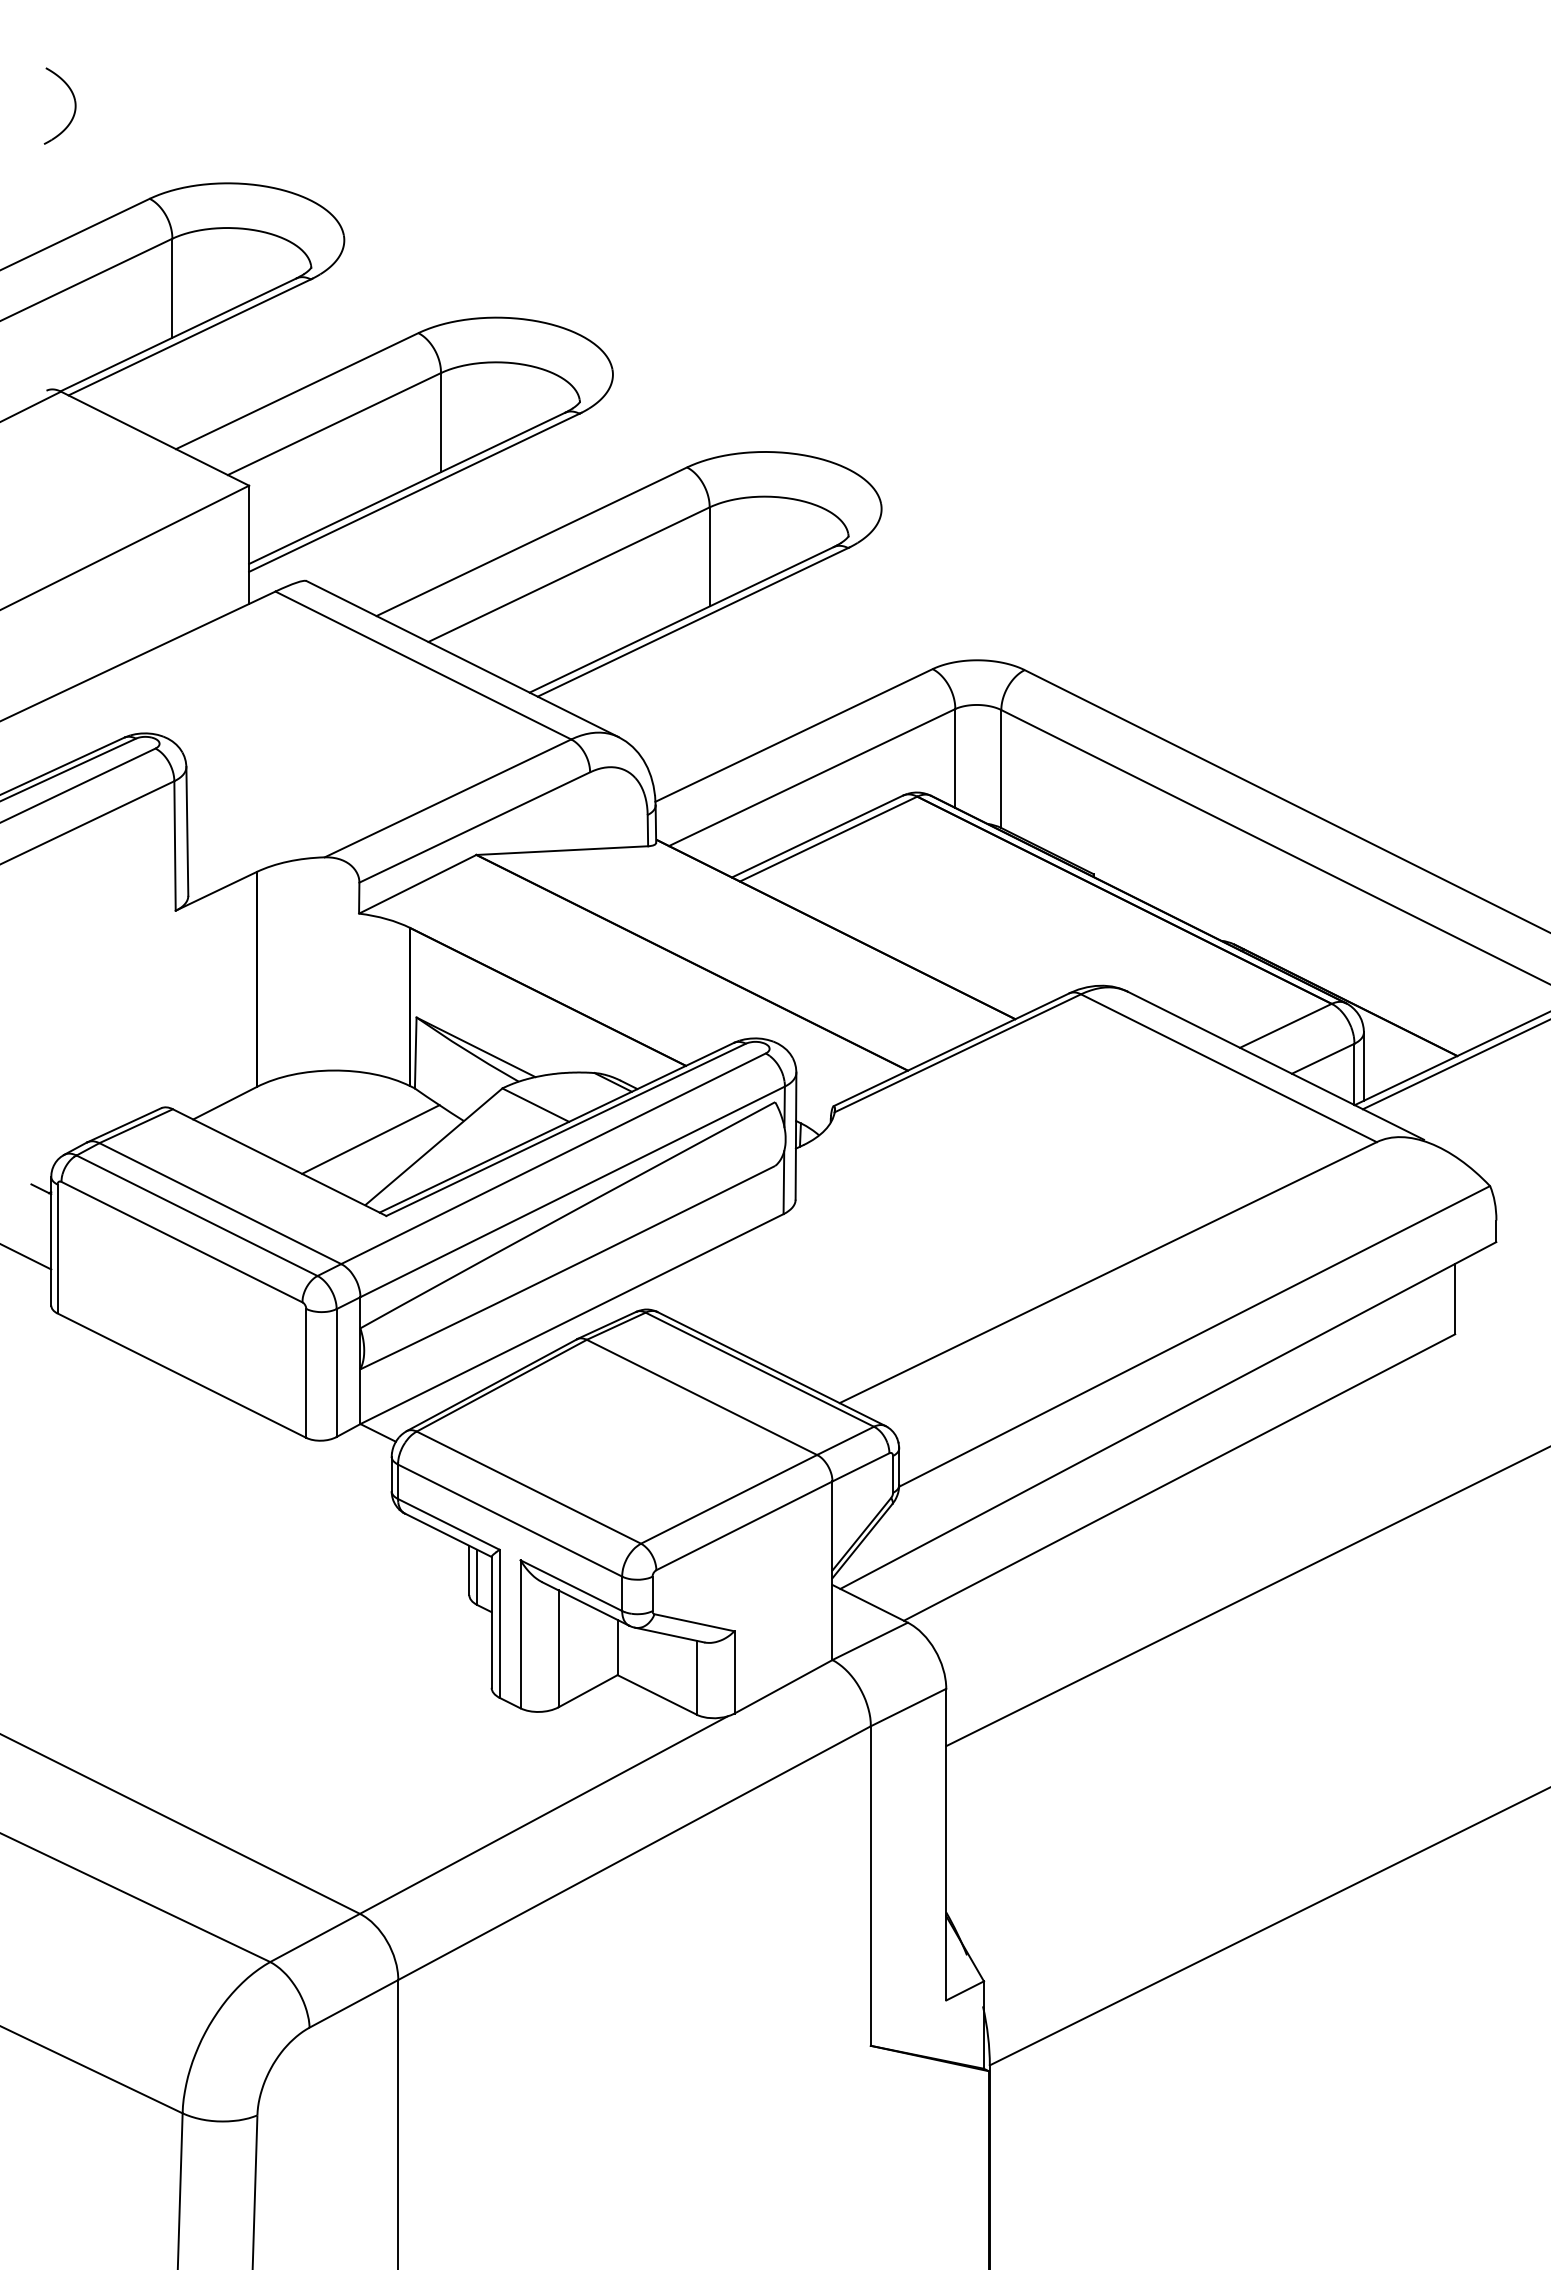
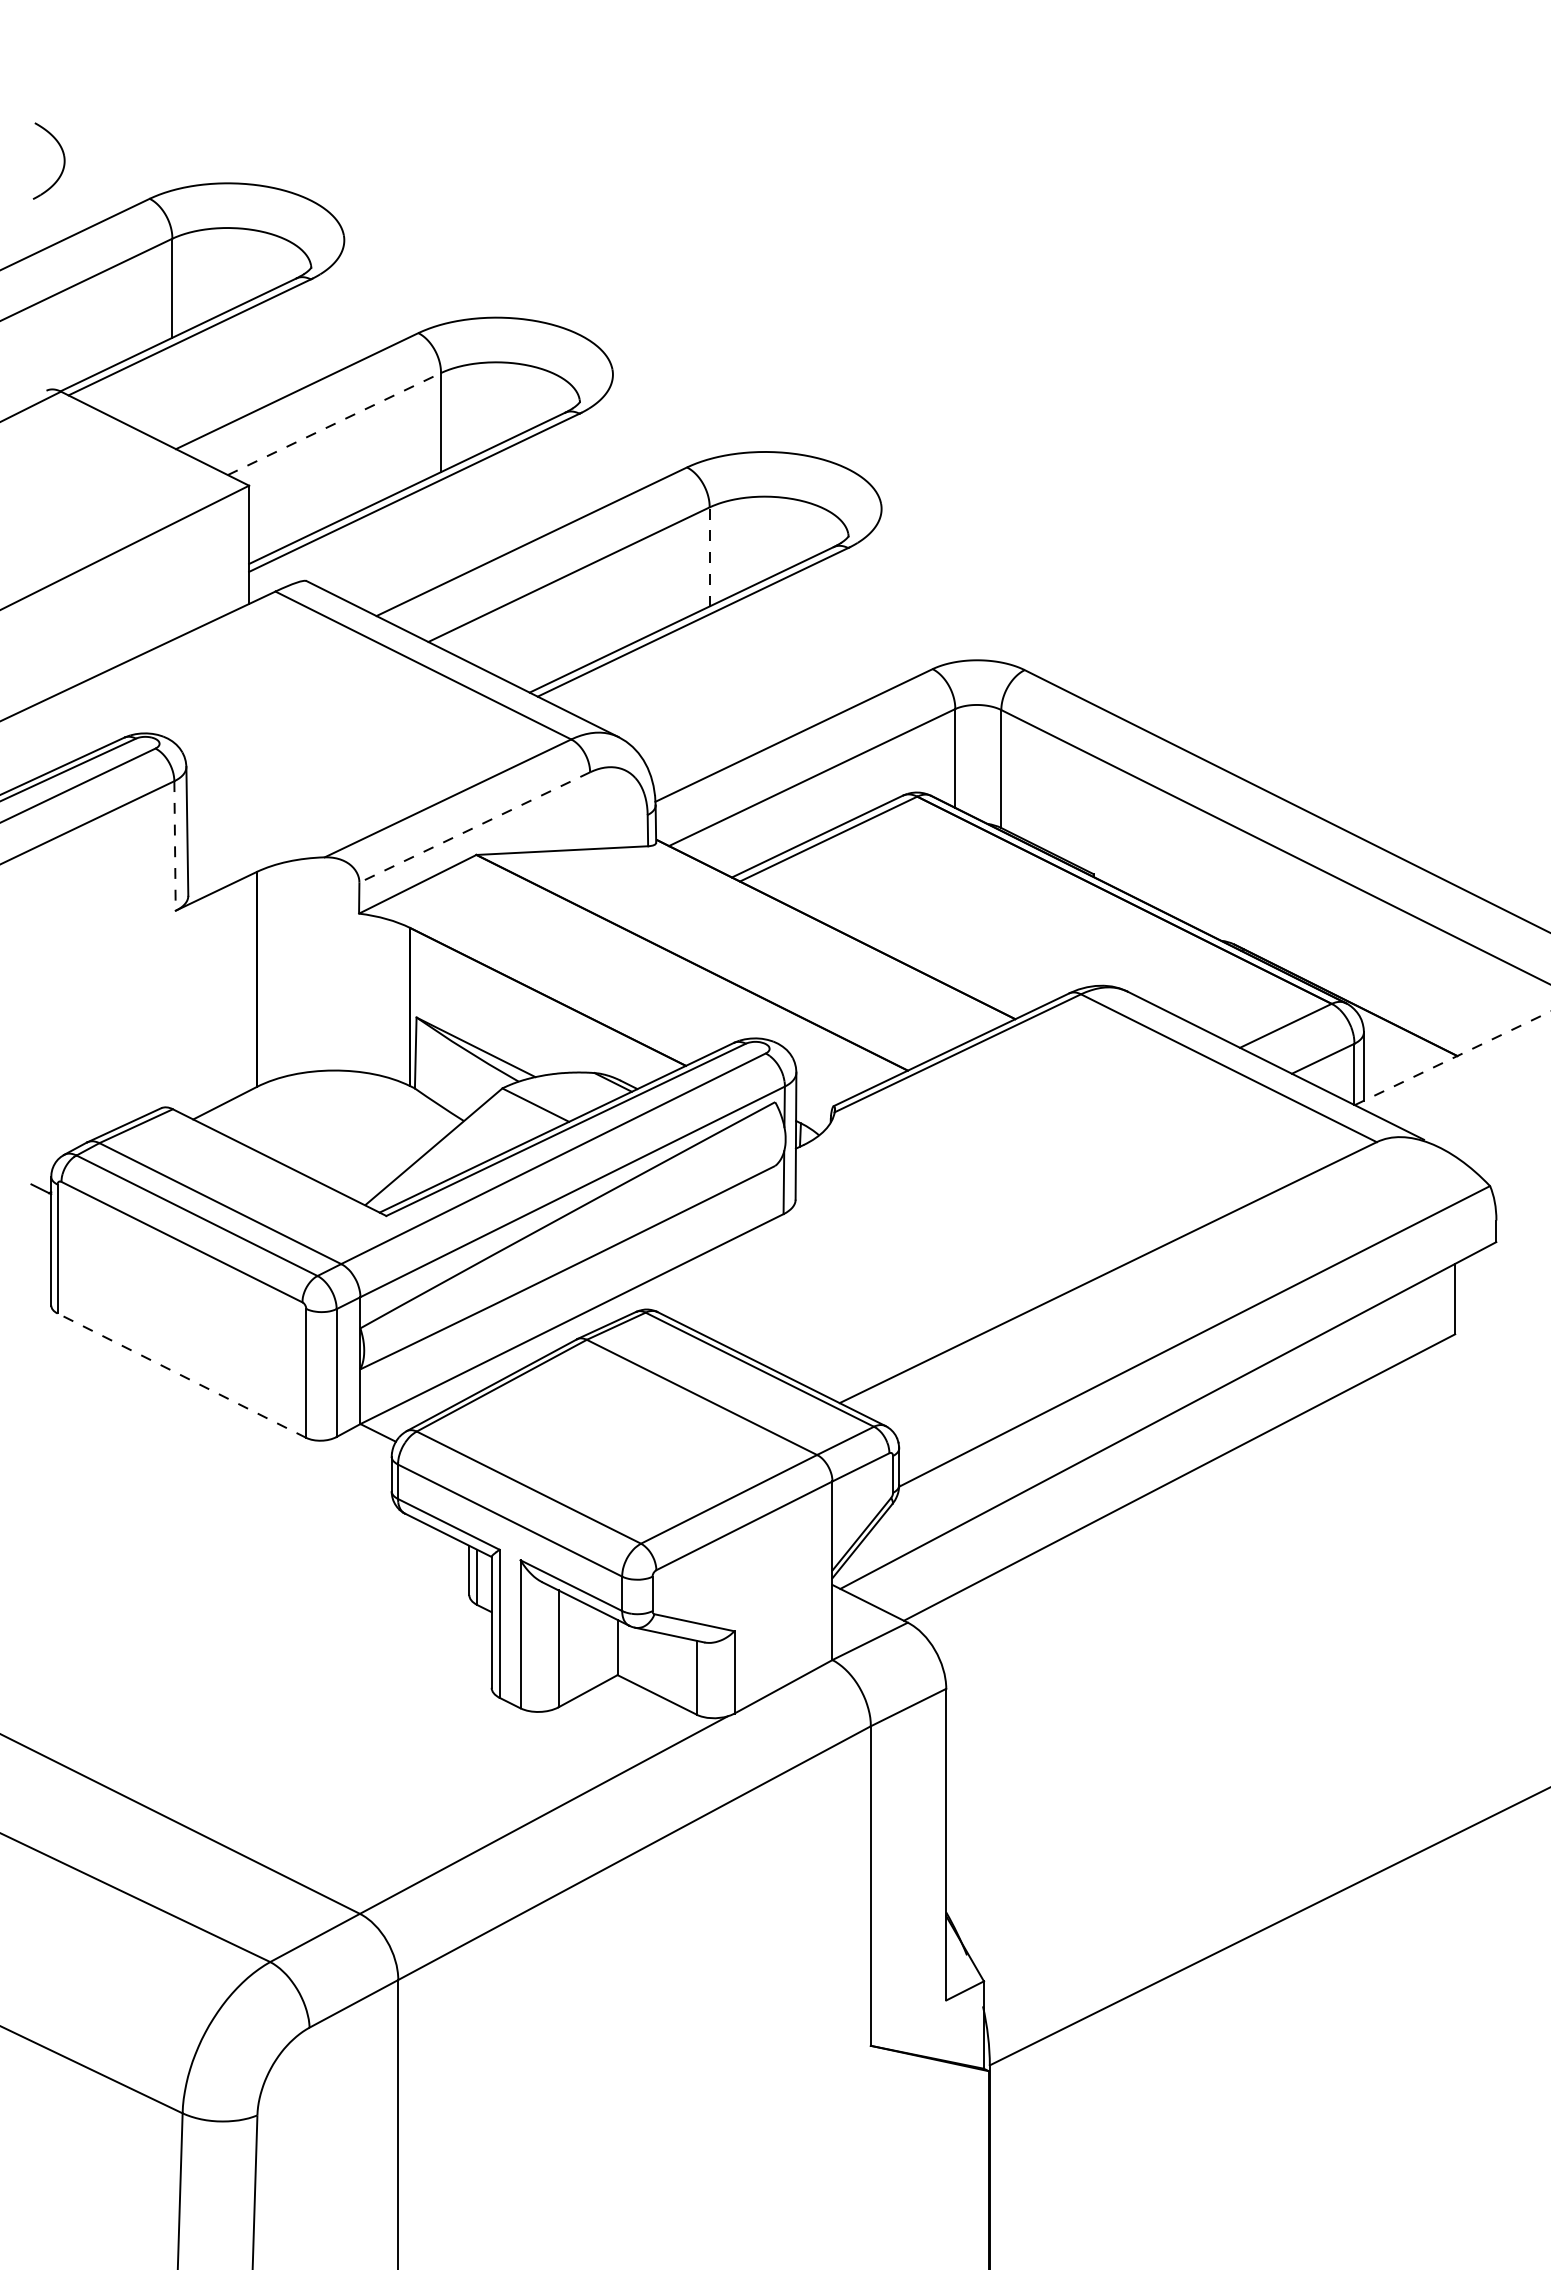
part at (74, 105) position: (74, 105) -> (63, 160)
line at (334, 423): solid -> dashed
line at (709, 556): solid -> dashed
line at (474, 827): solid -> dashed
line at (175, 845): solid -> dashed
line at (1453, 1058): solid -> dashed
line at (1454, 1064): present -> none
line at (370, 1139): present -> none
line at (26, 1257): present -> none
line at (181, 1375): solid -> dashed
line at (1246, 1596): present -> none
